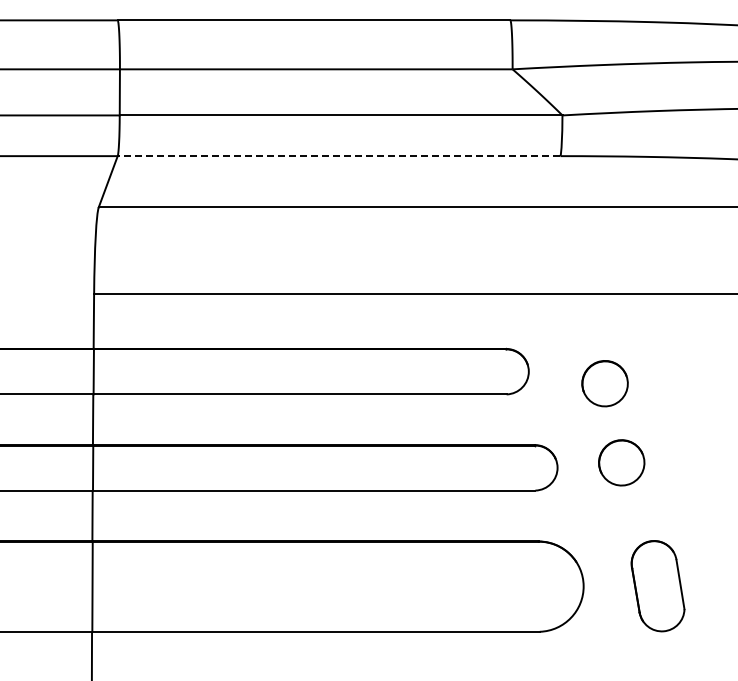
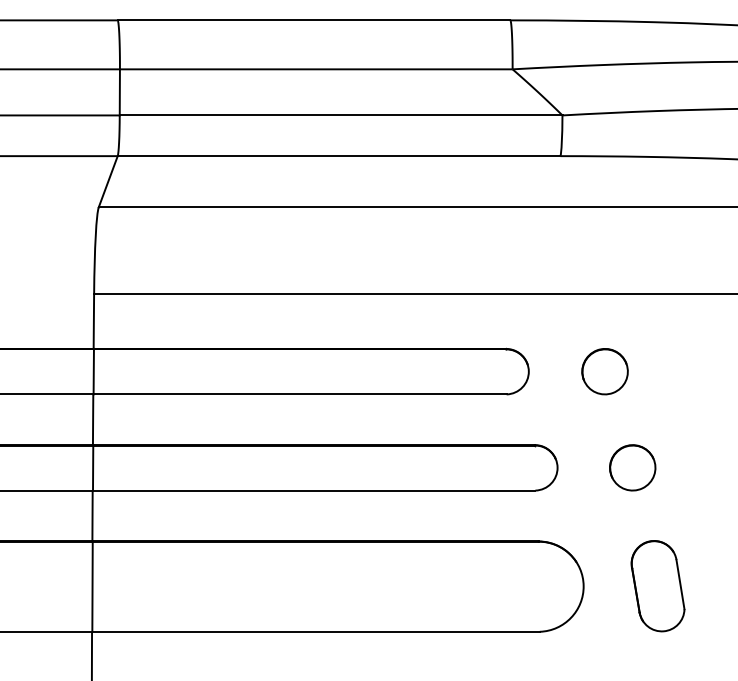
line at (338, 156): dashed -> solid
part at (604, 383) position: (604, 383) -> (604, 371)
part at (621, 462) position: (621, 462) -> (632, 467)
